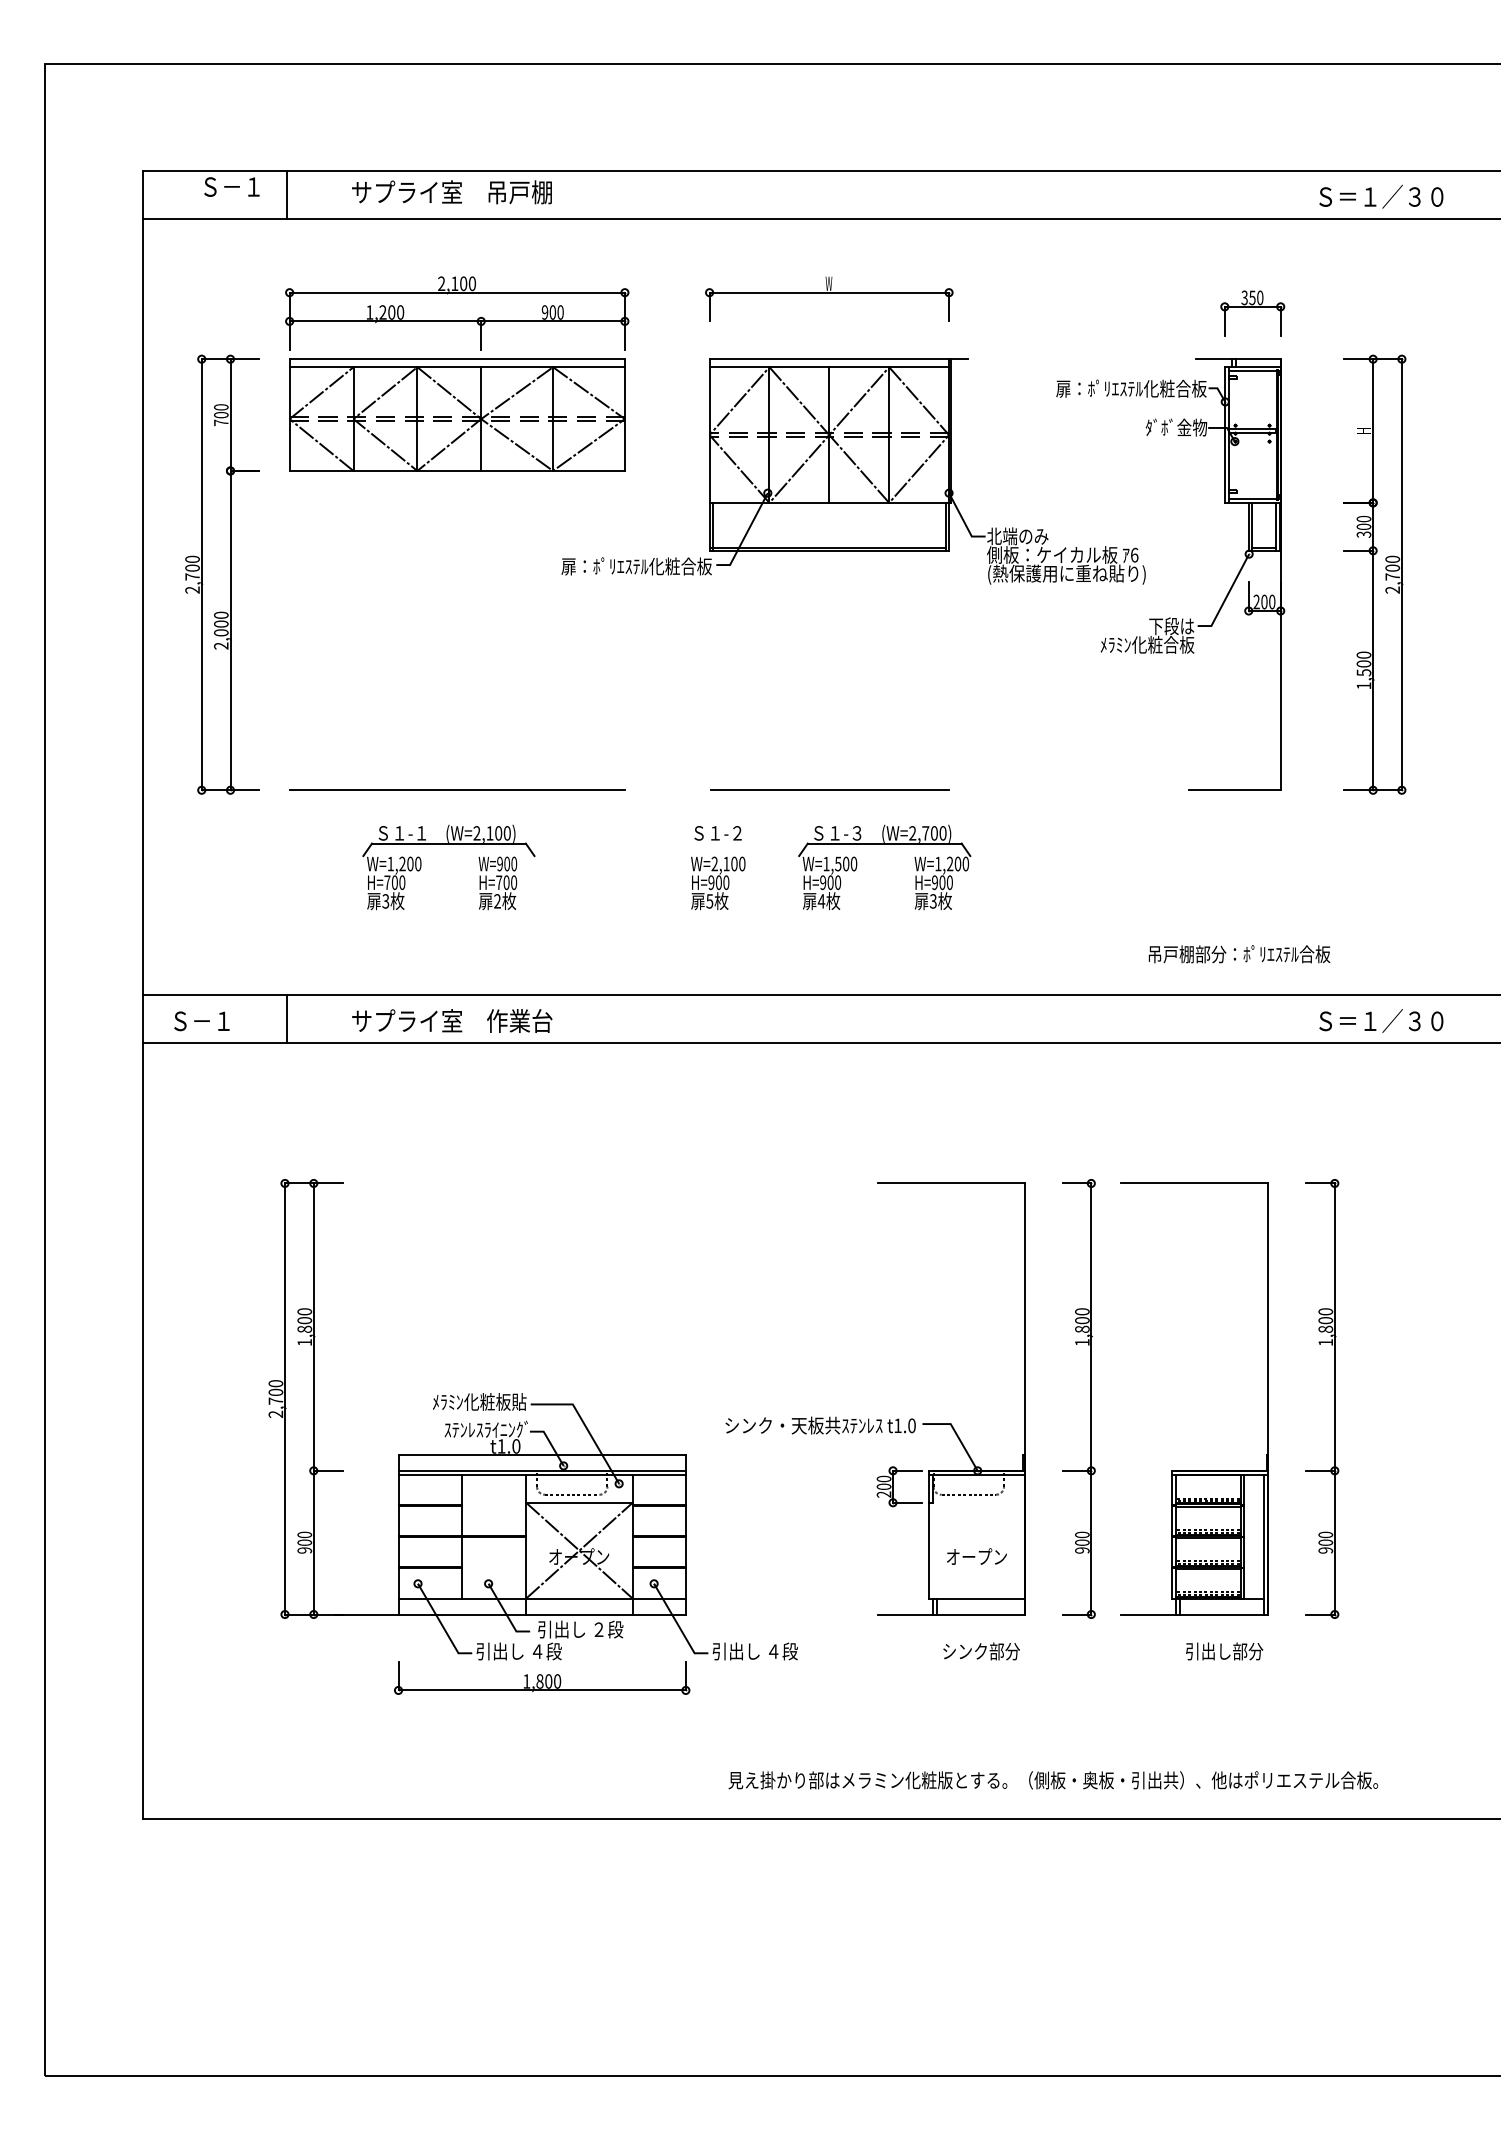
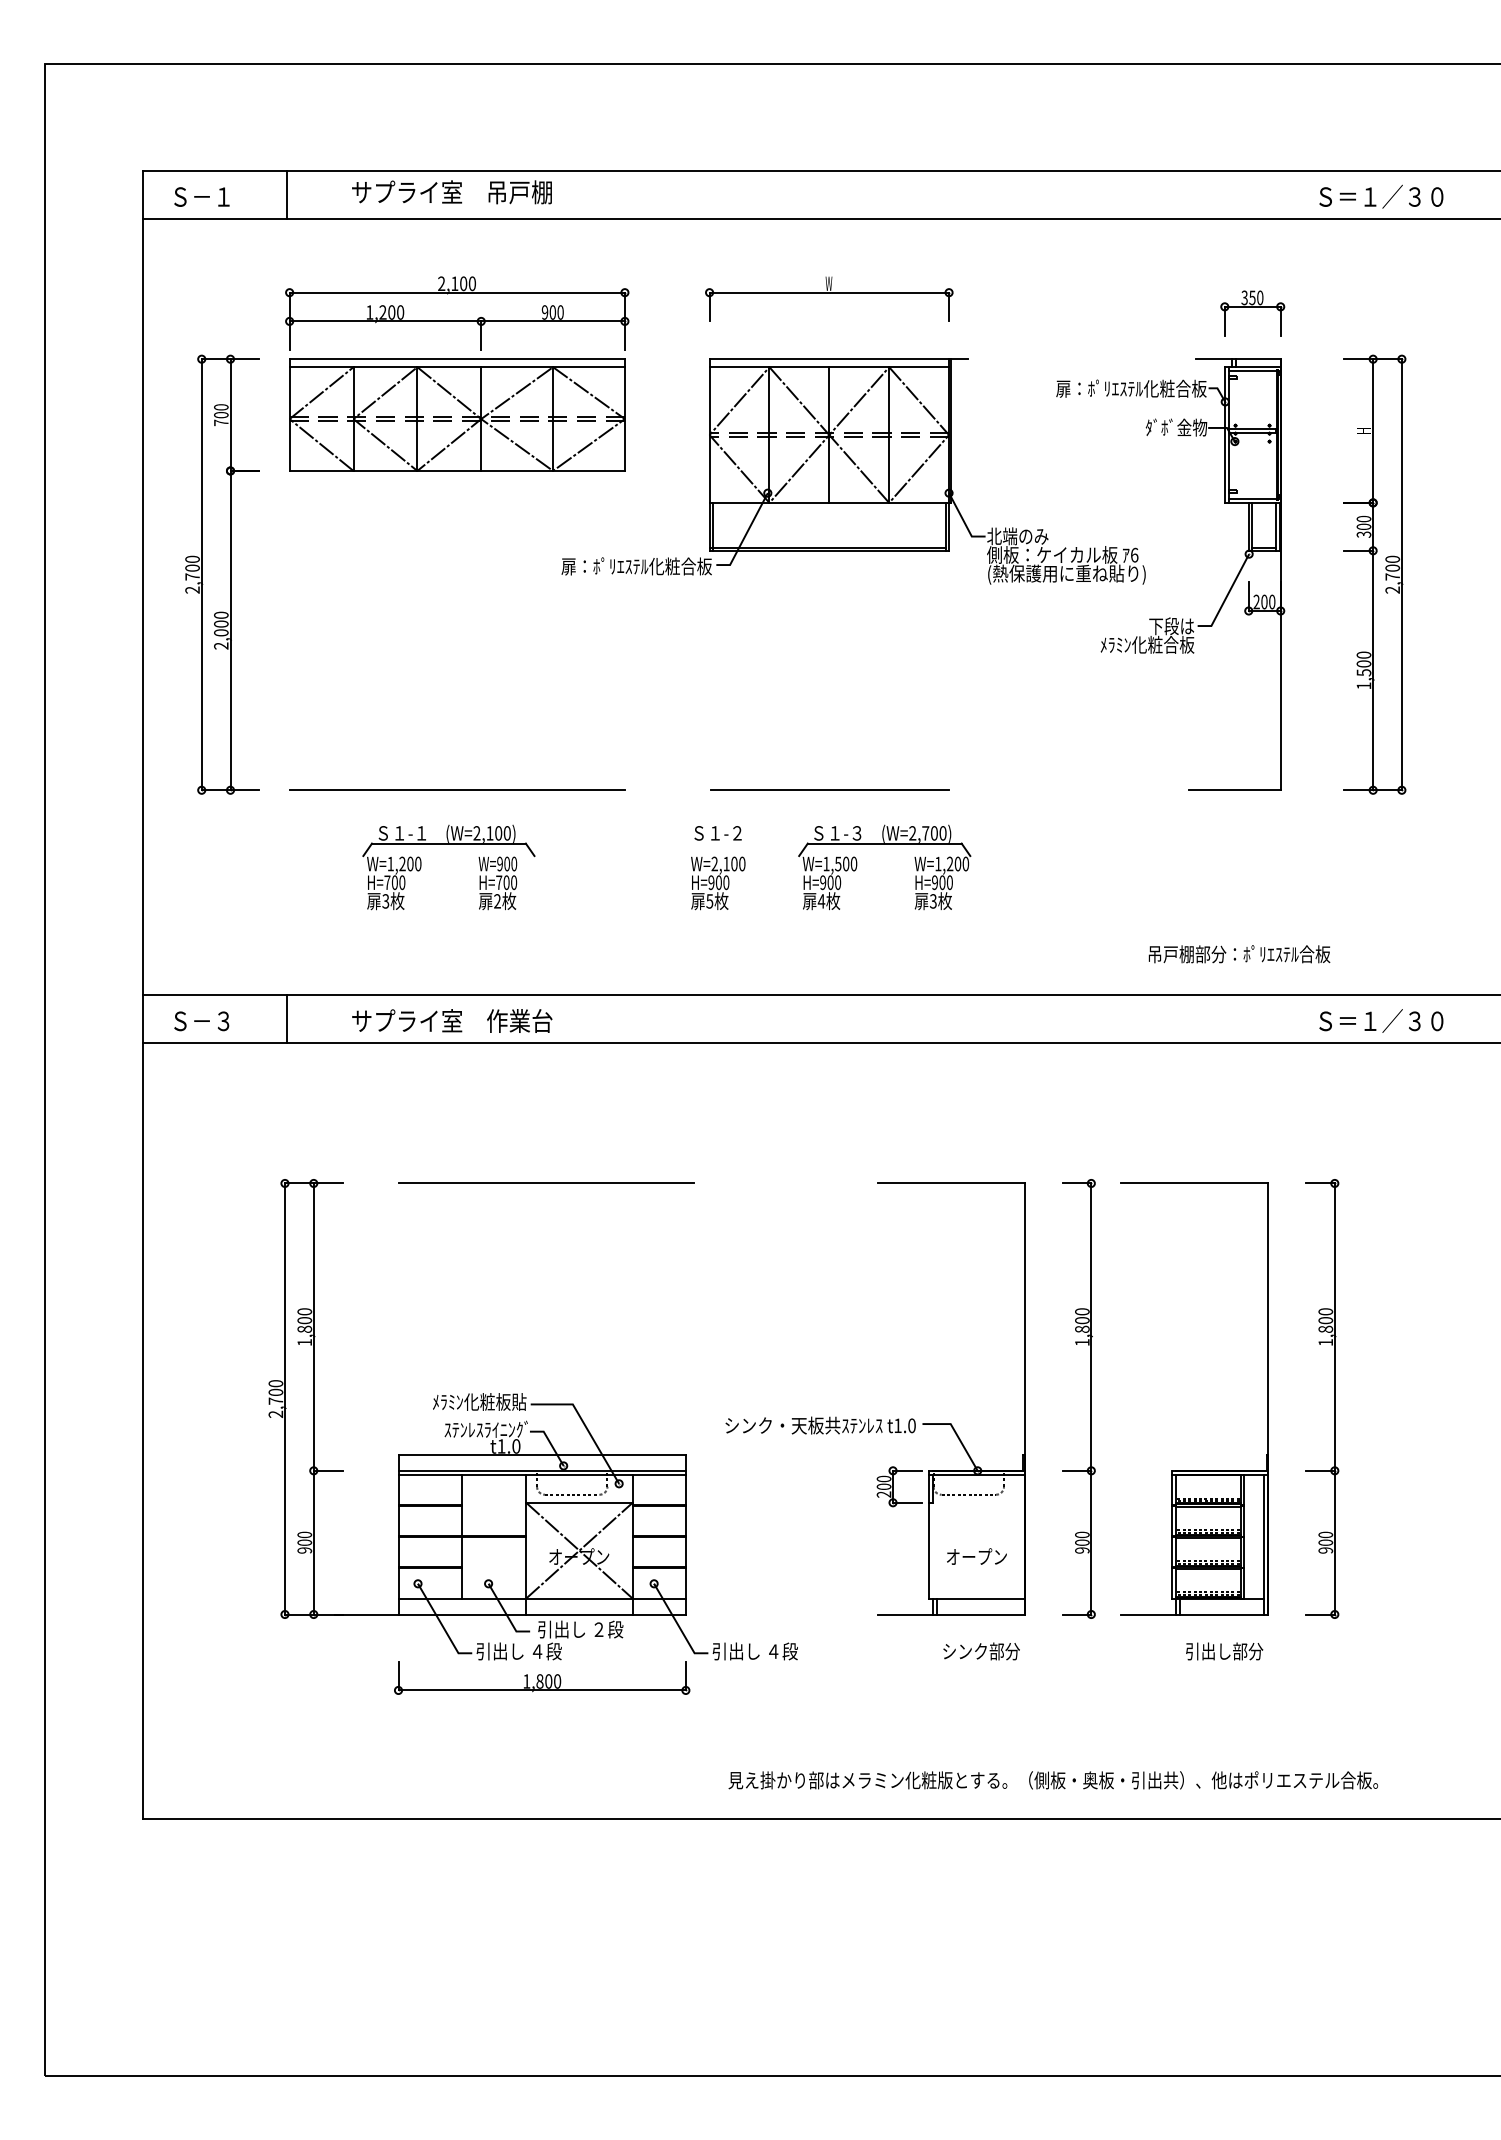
text at (231, 186) position: (231, 186) -> (201, 196)
text at (223, 1021): Ｓ－１ -> Ｓ－３
line at (545, 1183): none -> present
